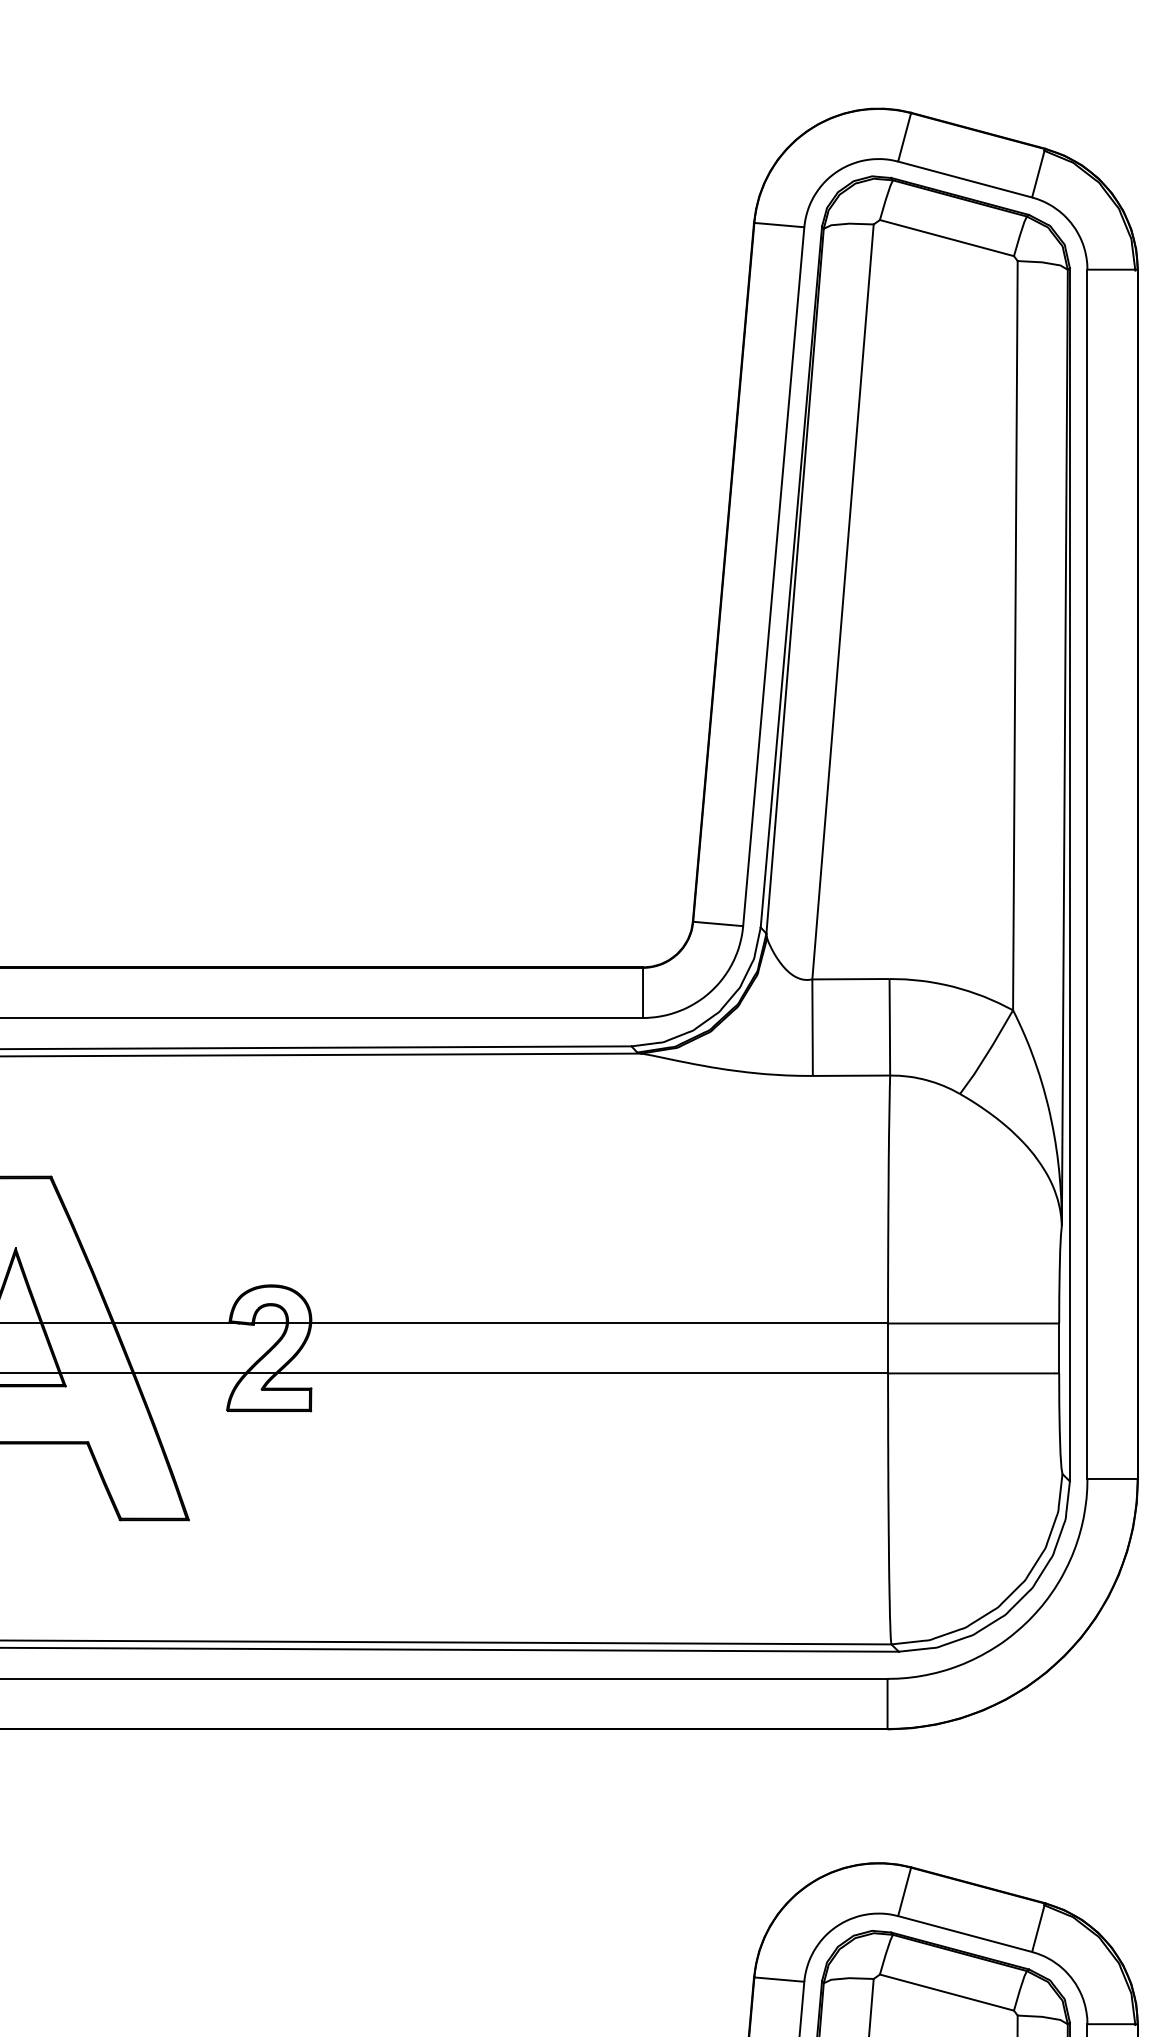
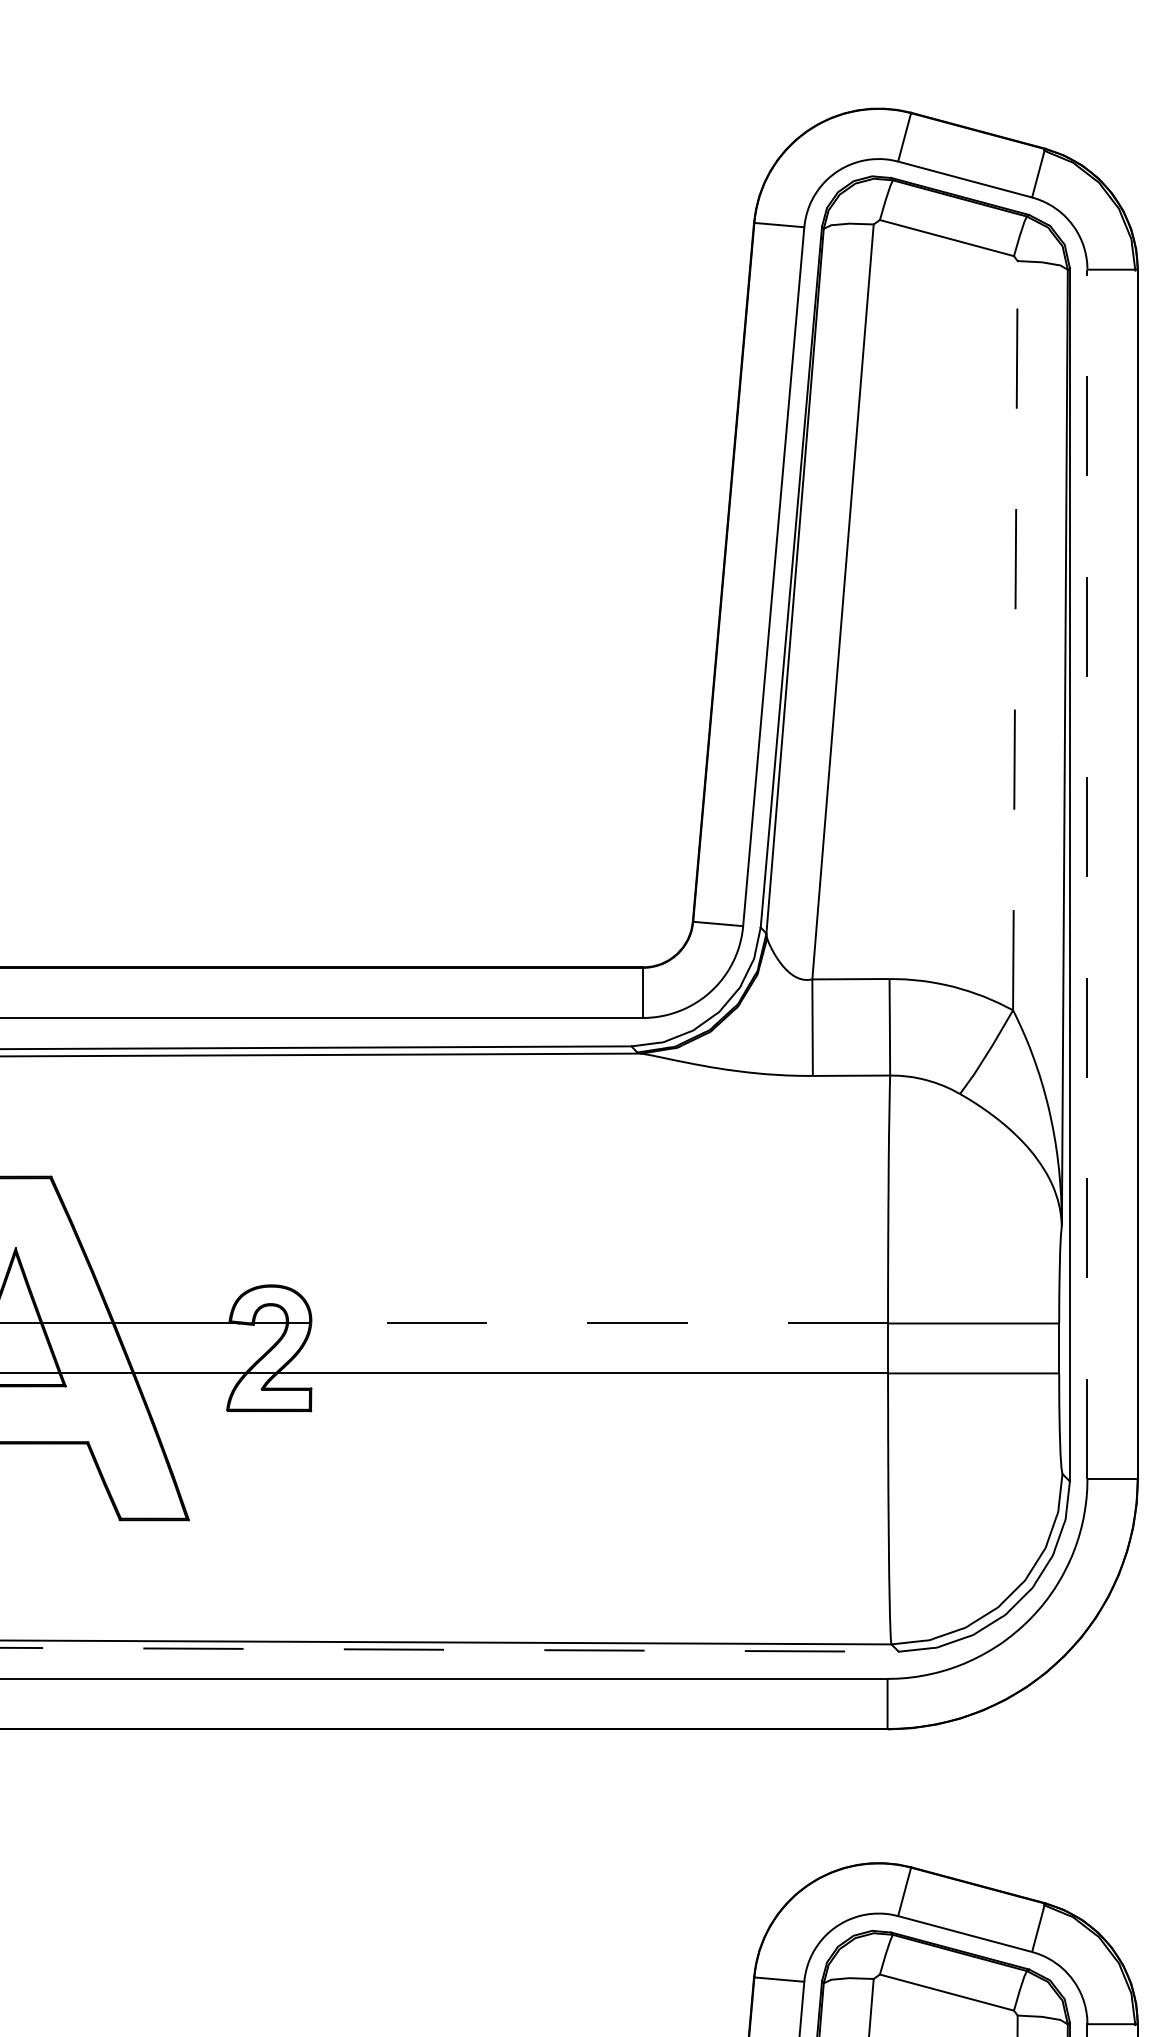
line at (1015, 635): solid -> dashed
line at (1087, 874): solid -> dashed
line at (599, 1323): solid -> dashed
line at (449, 1649): solid -> dashed
